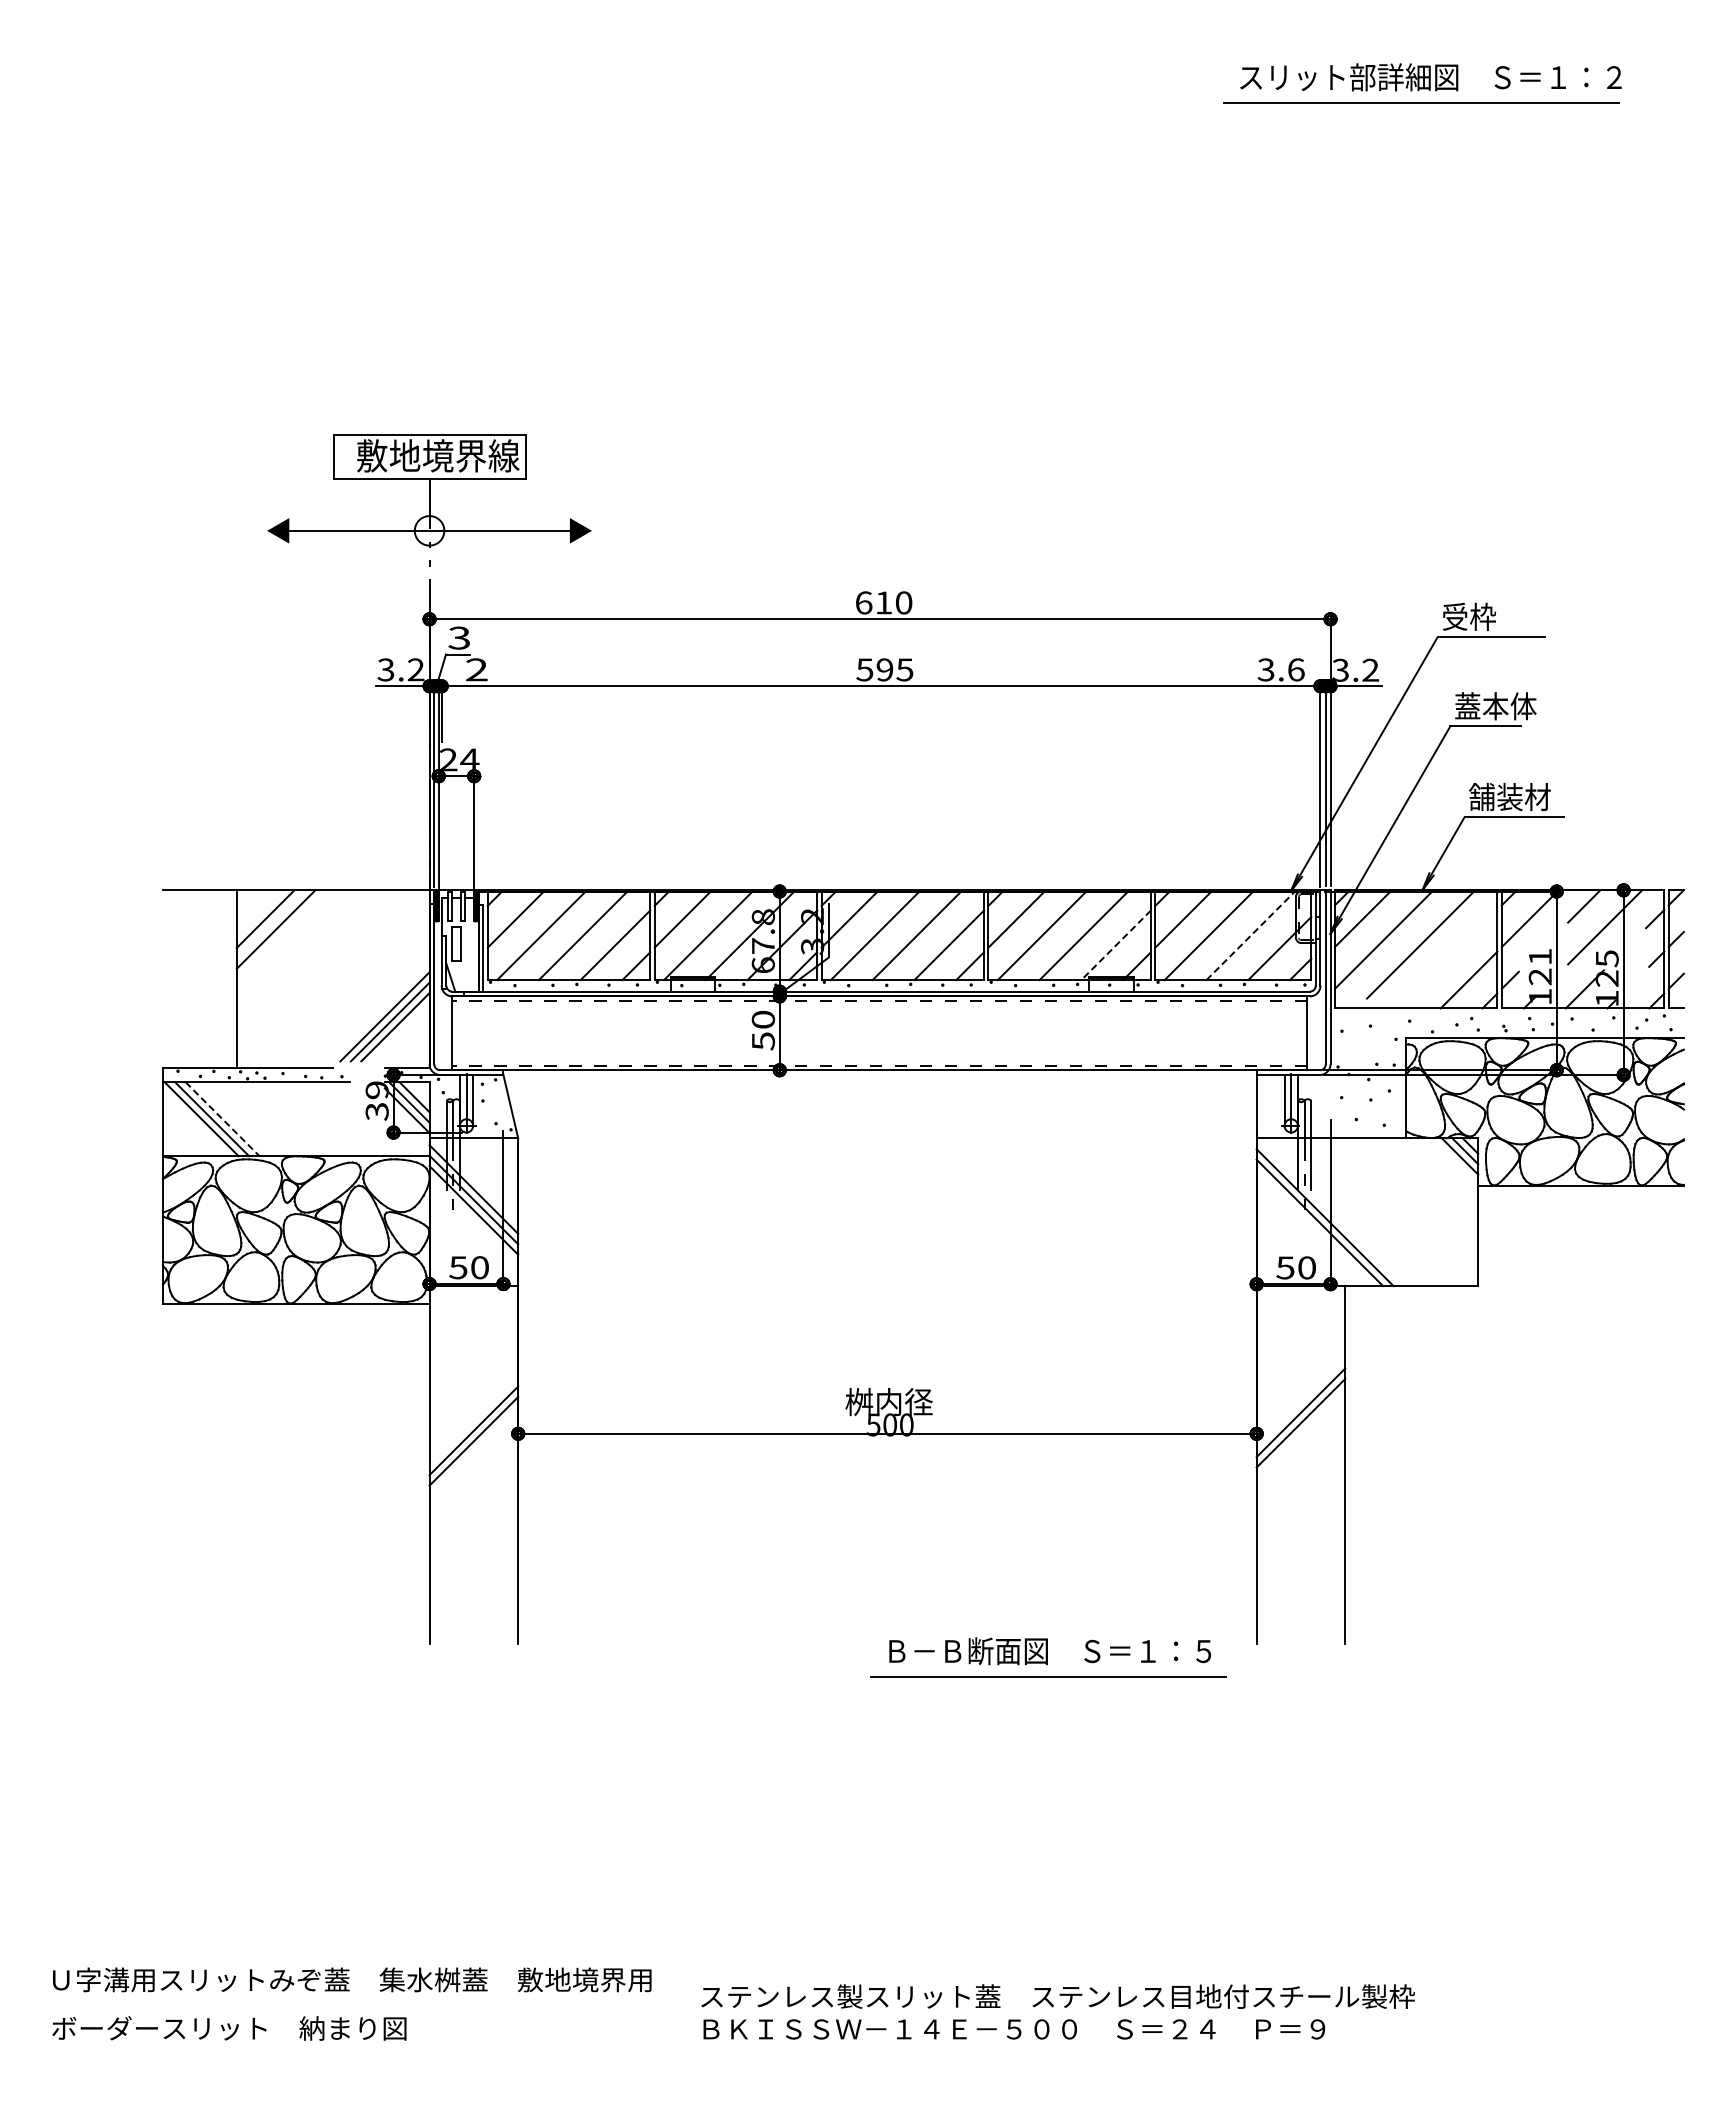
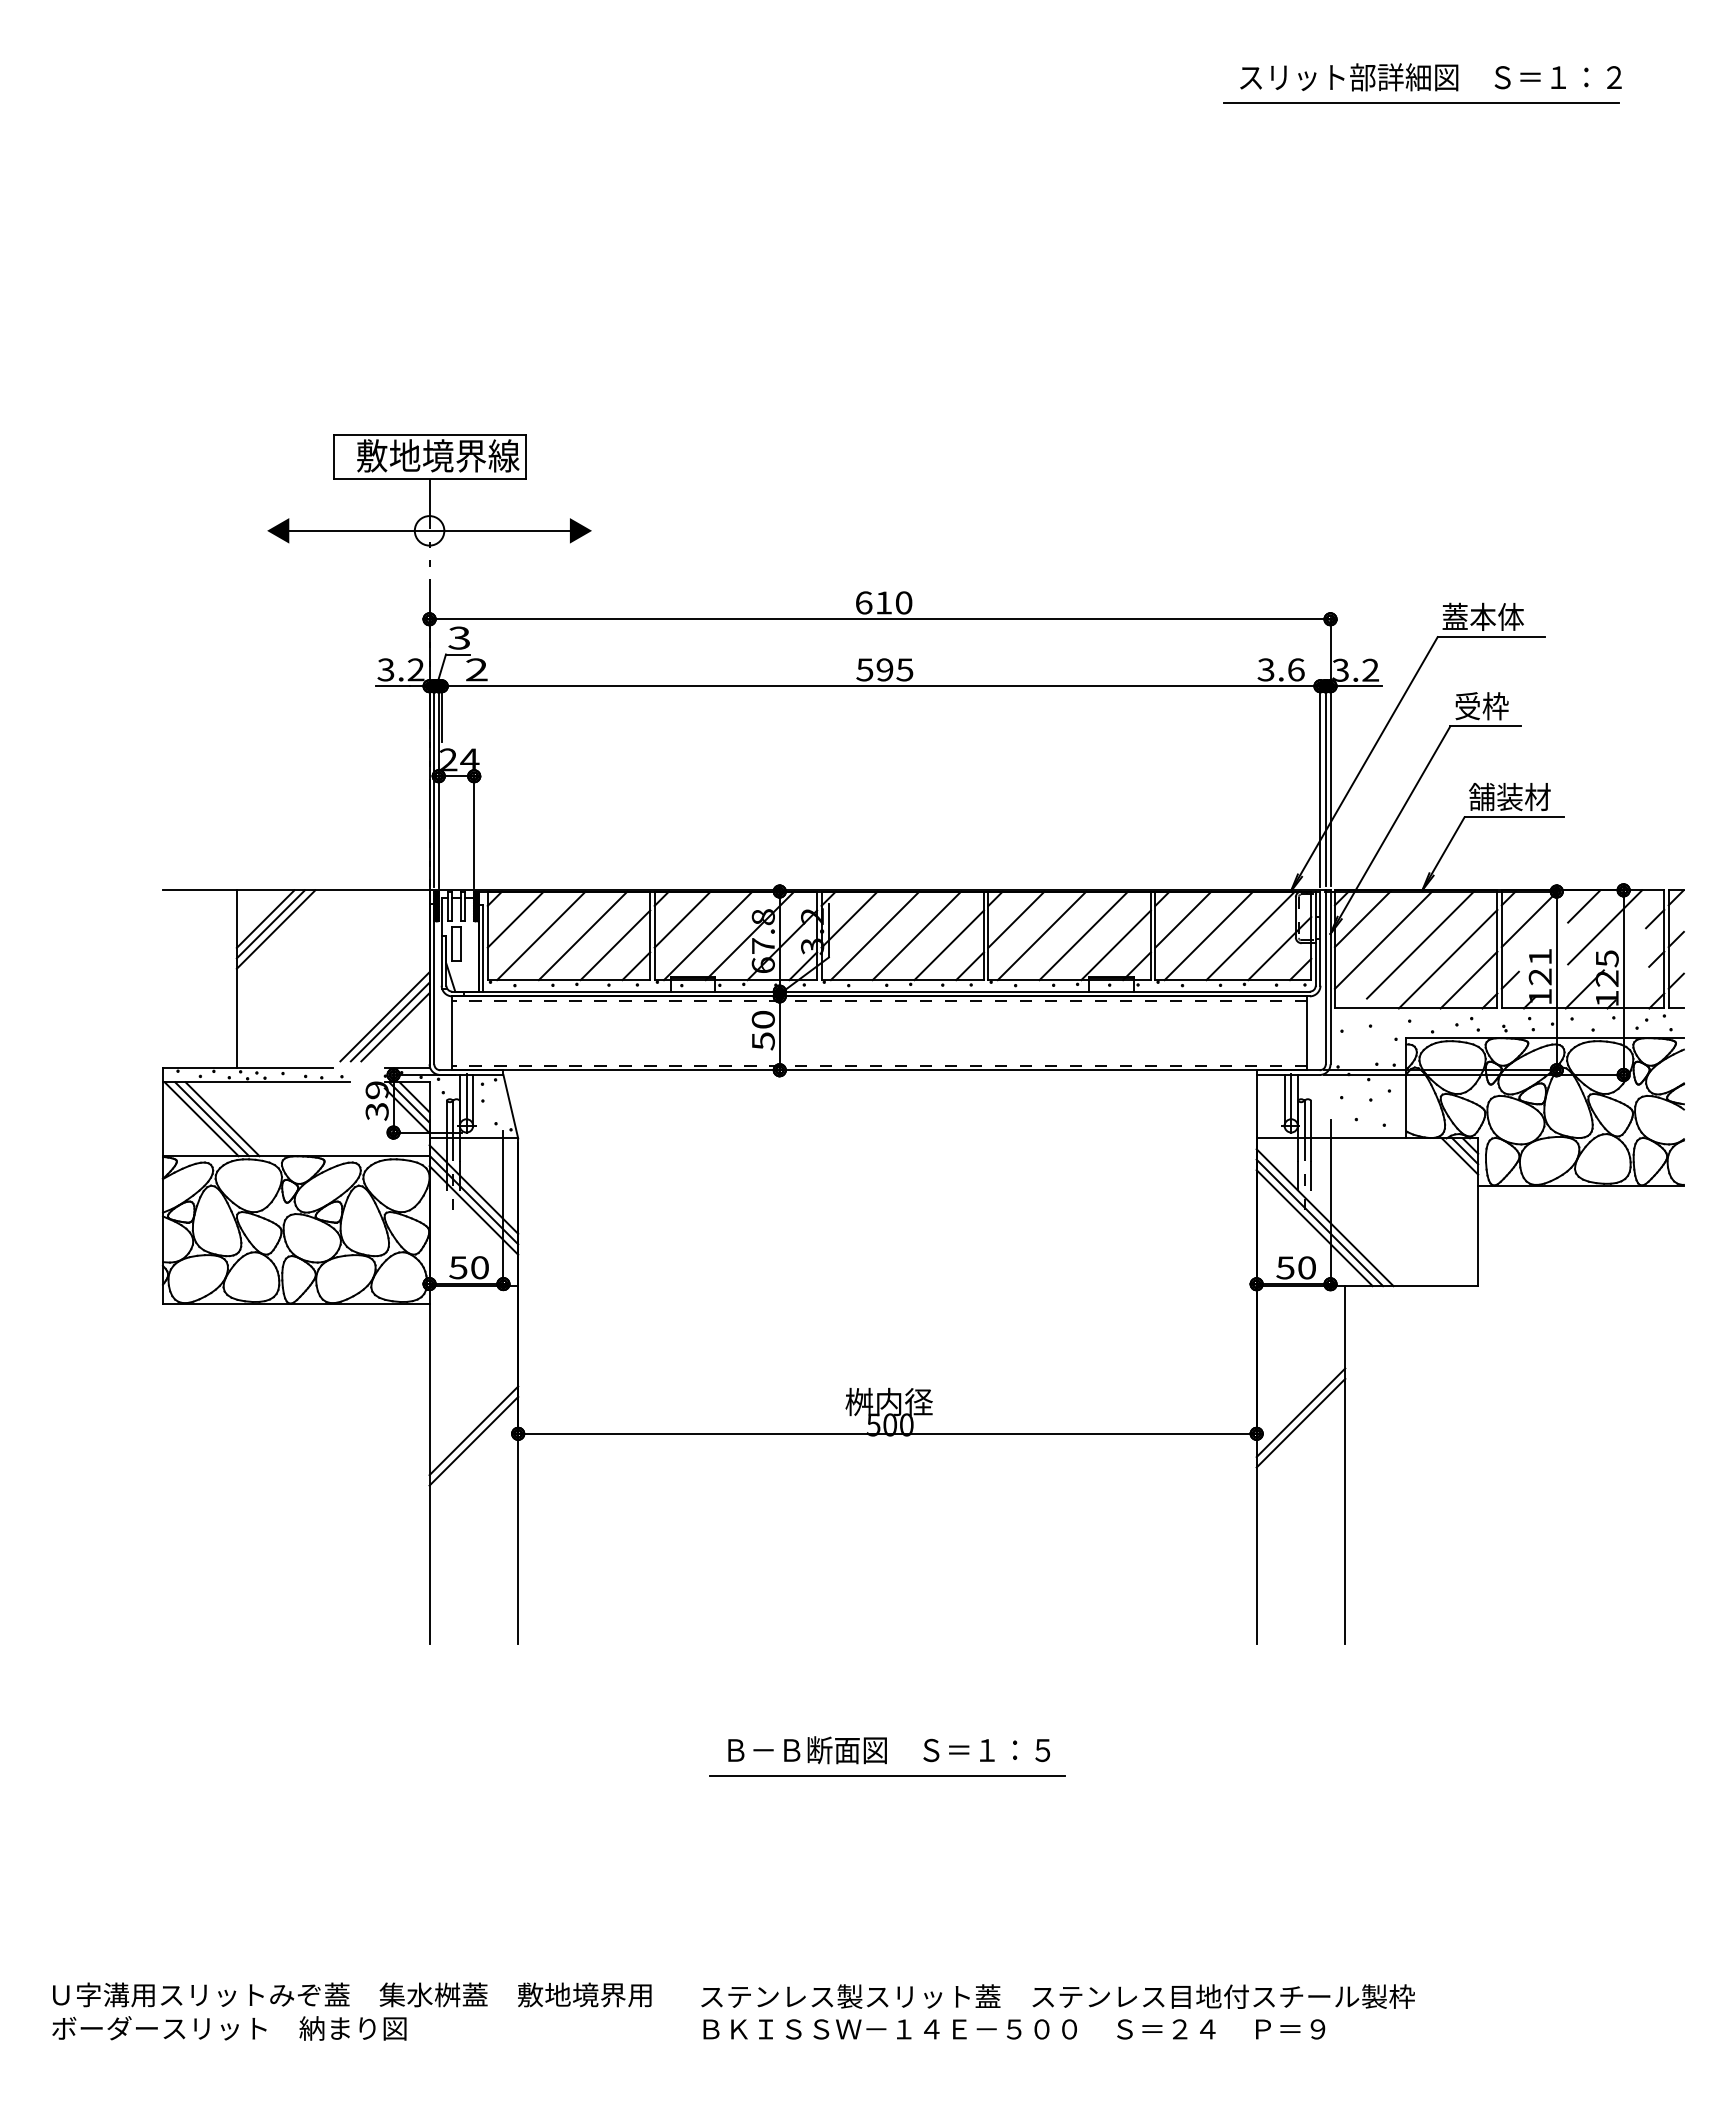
text at (1482, 616): 受枠 -> 蓋本体
text at (1495, 706): 蓋本体 -> 受枠
line at (270, 924): none -> present
line at (1250, 935): dashed -> solid
line at (1115, 945): dashed -> solid
line at (1447, 958): none -> present
line at (222, 1119): dashed -> solid
line at (1314, 1228): none -> present
part at (1048, 1657) position: (1048, 1657) -> (887, 1756)
text at (352, 1979) position: (352, 1979) -> (352, 1994)
